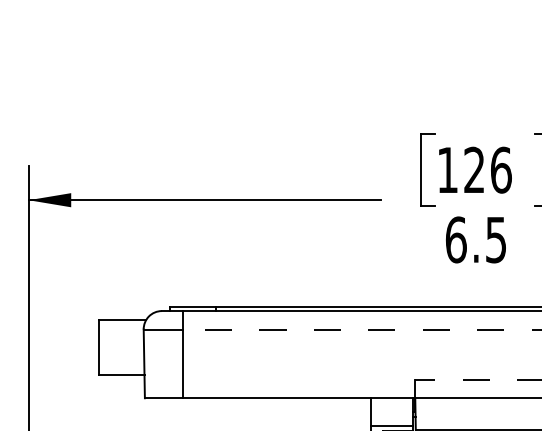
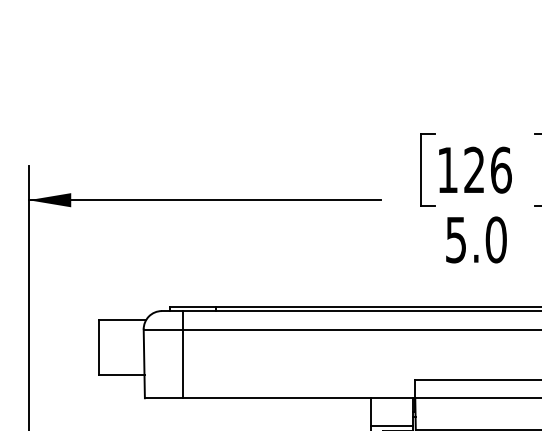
text at (475, 239): 6.5 -> 5.0
line at (361, 329): dashed -> solid
line at (477, 379): dashed -> solid
